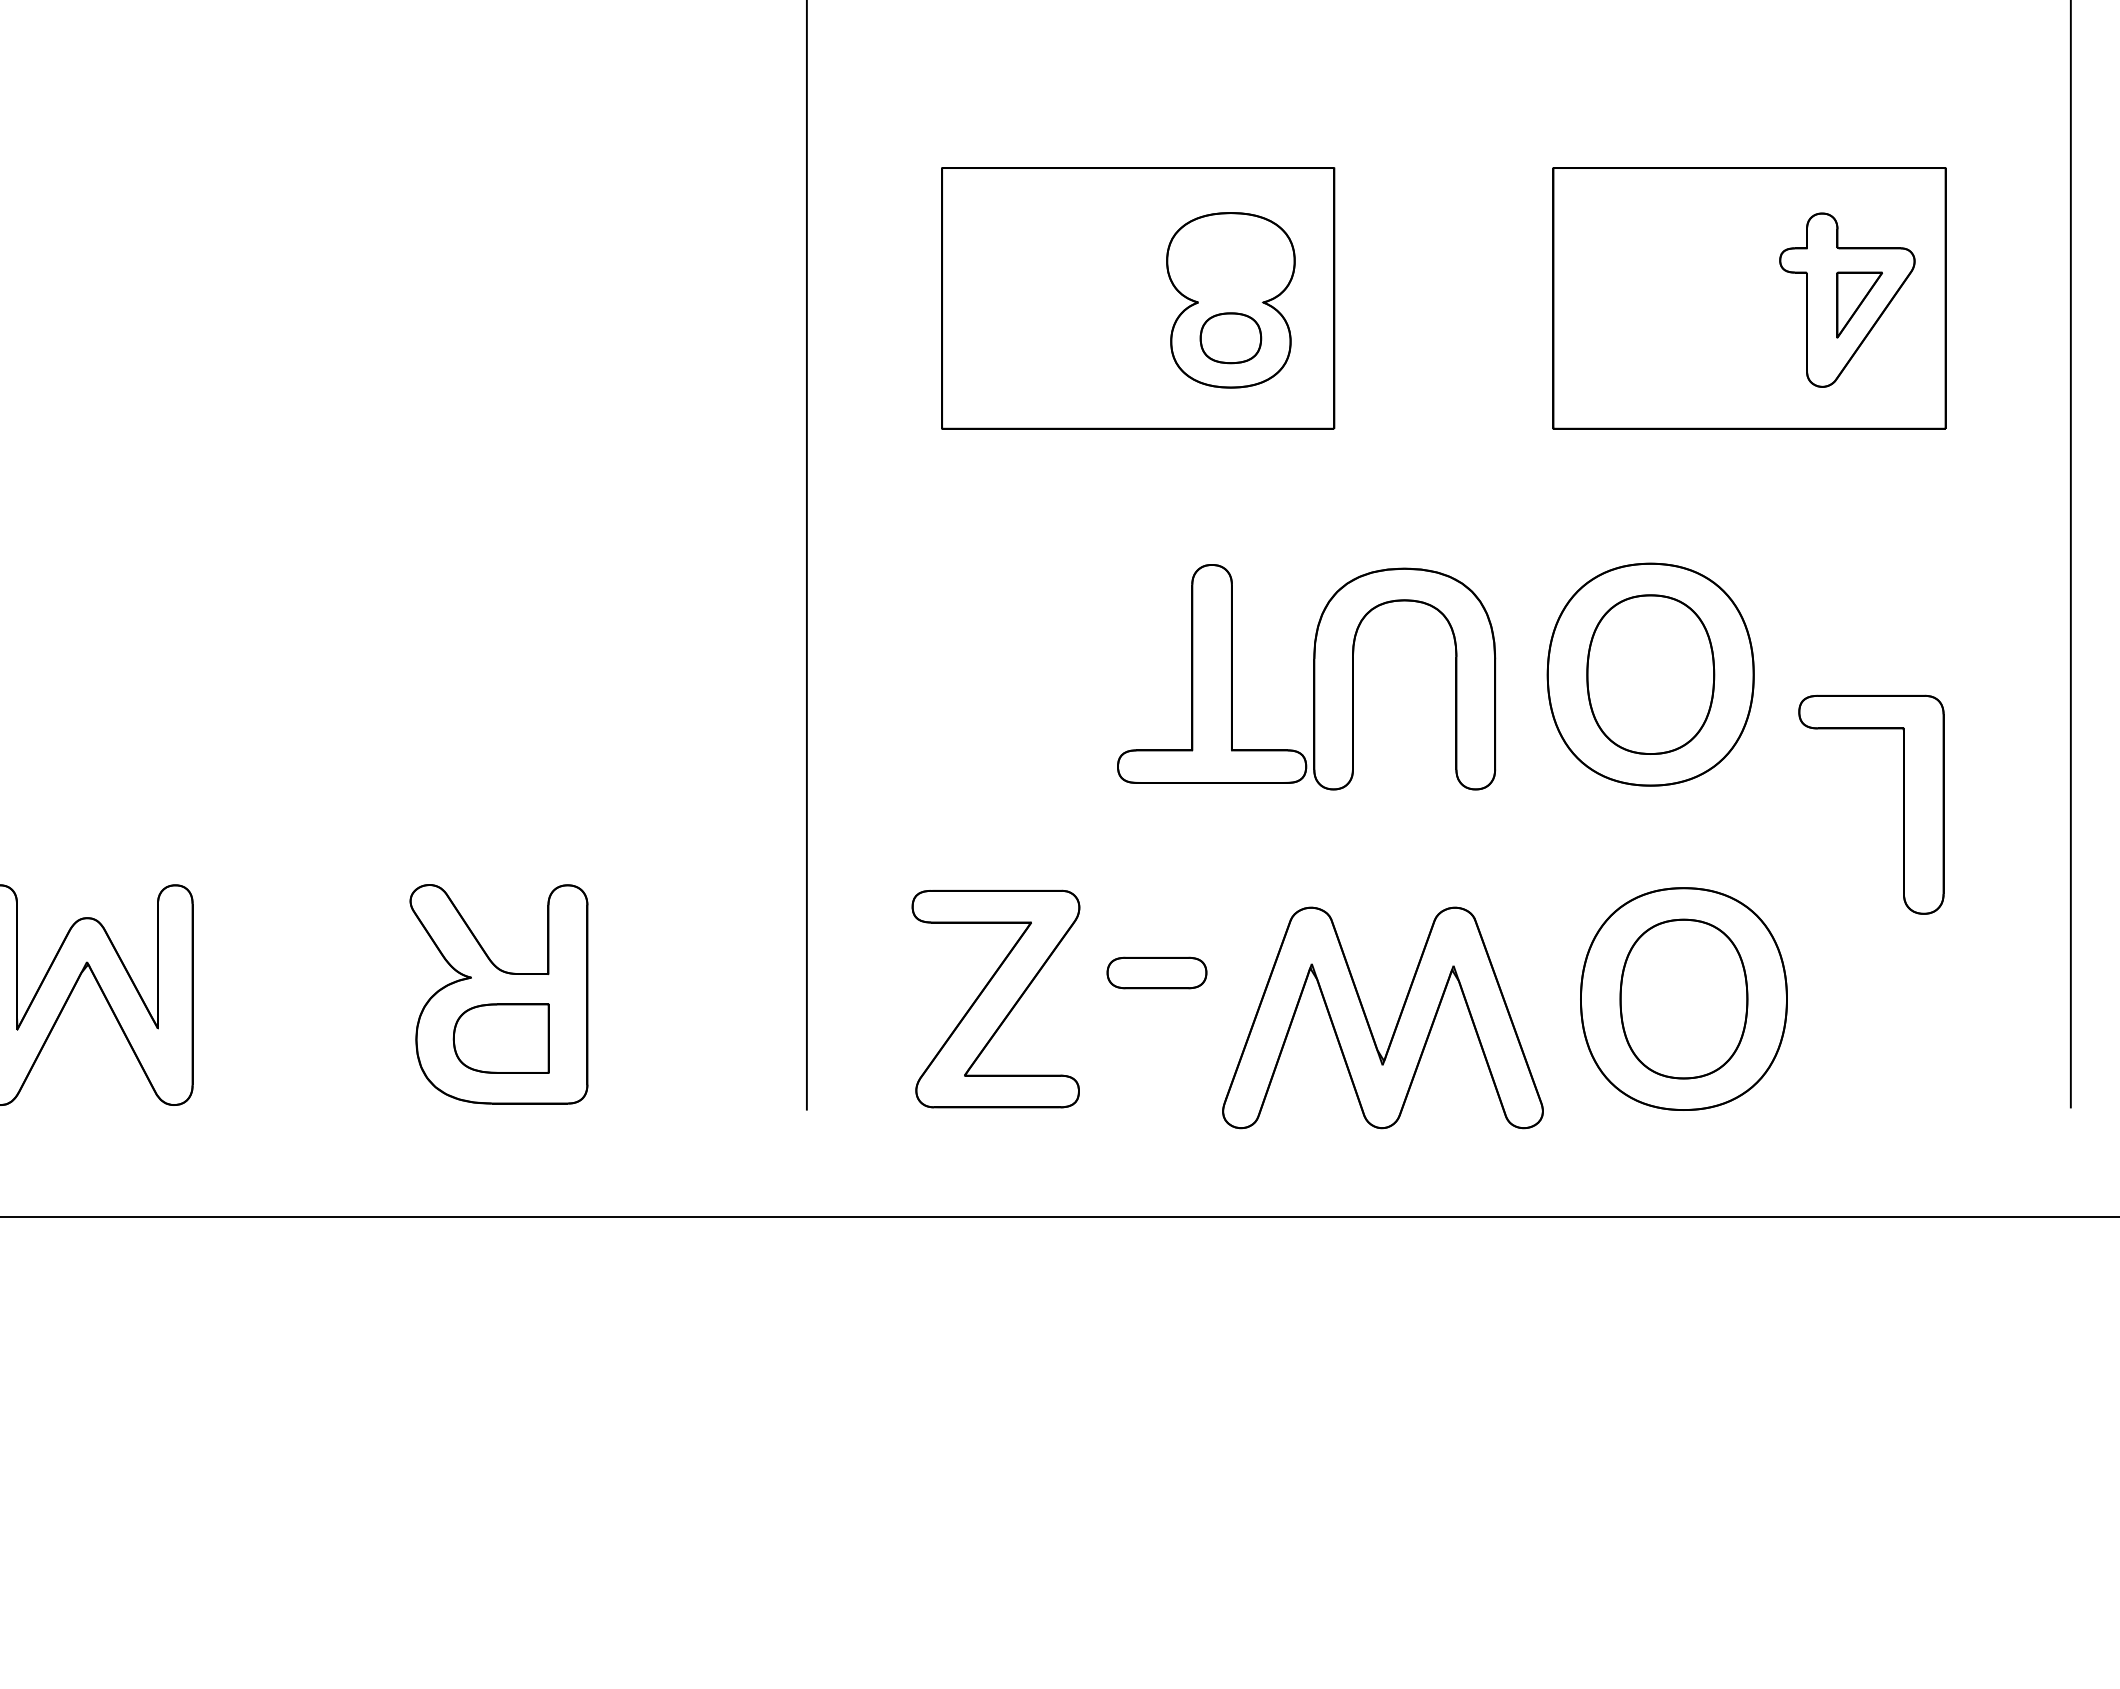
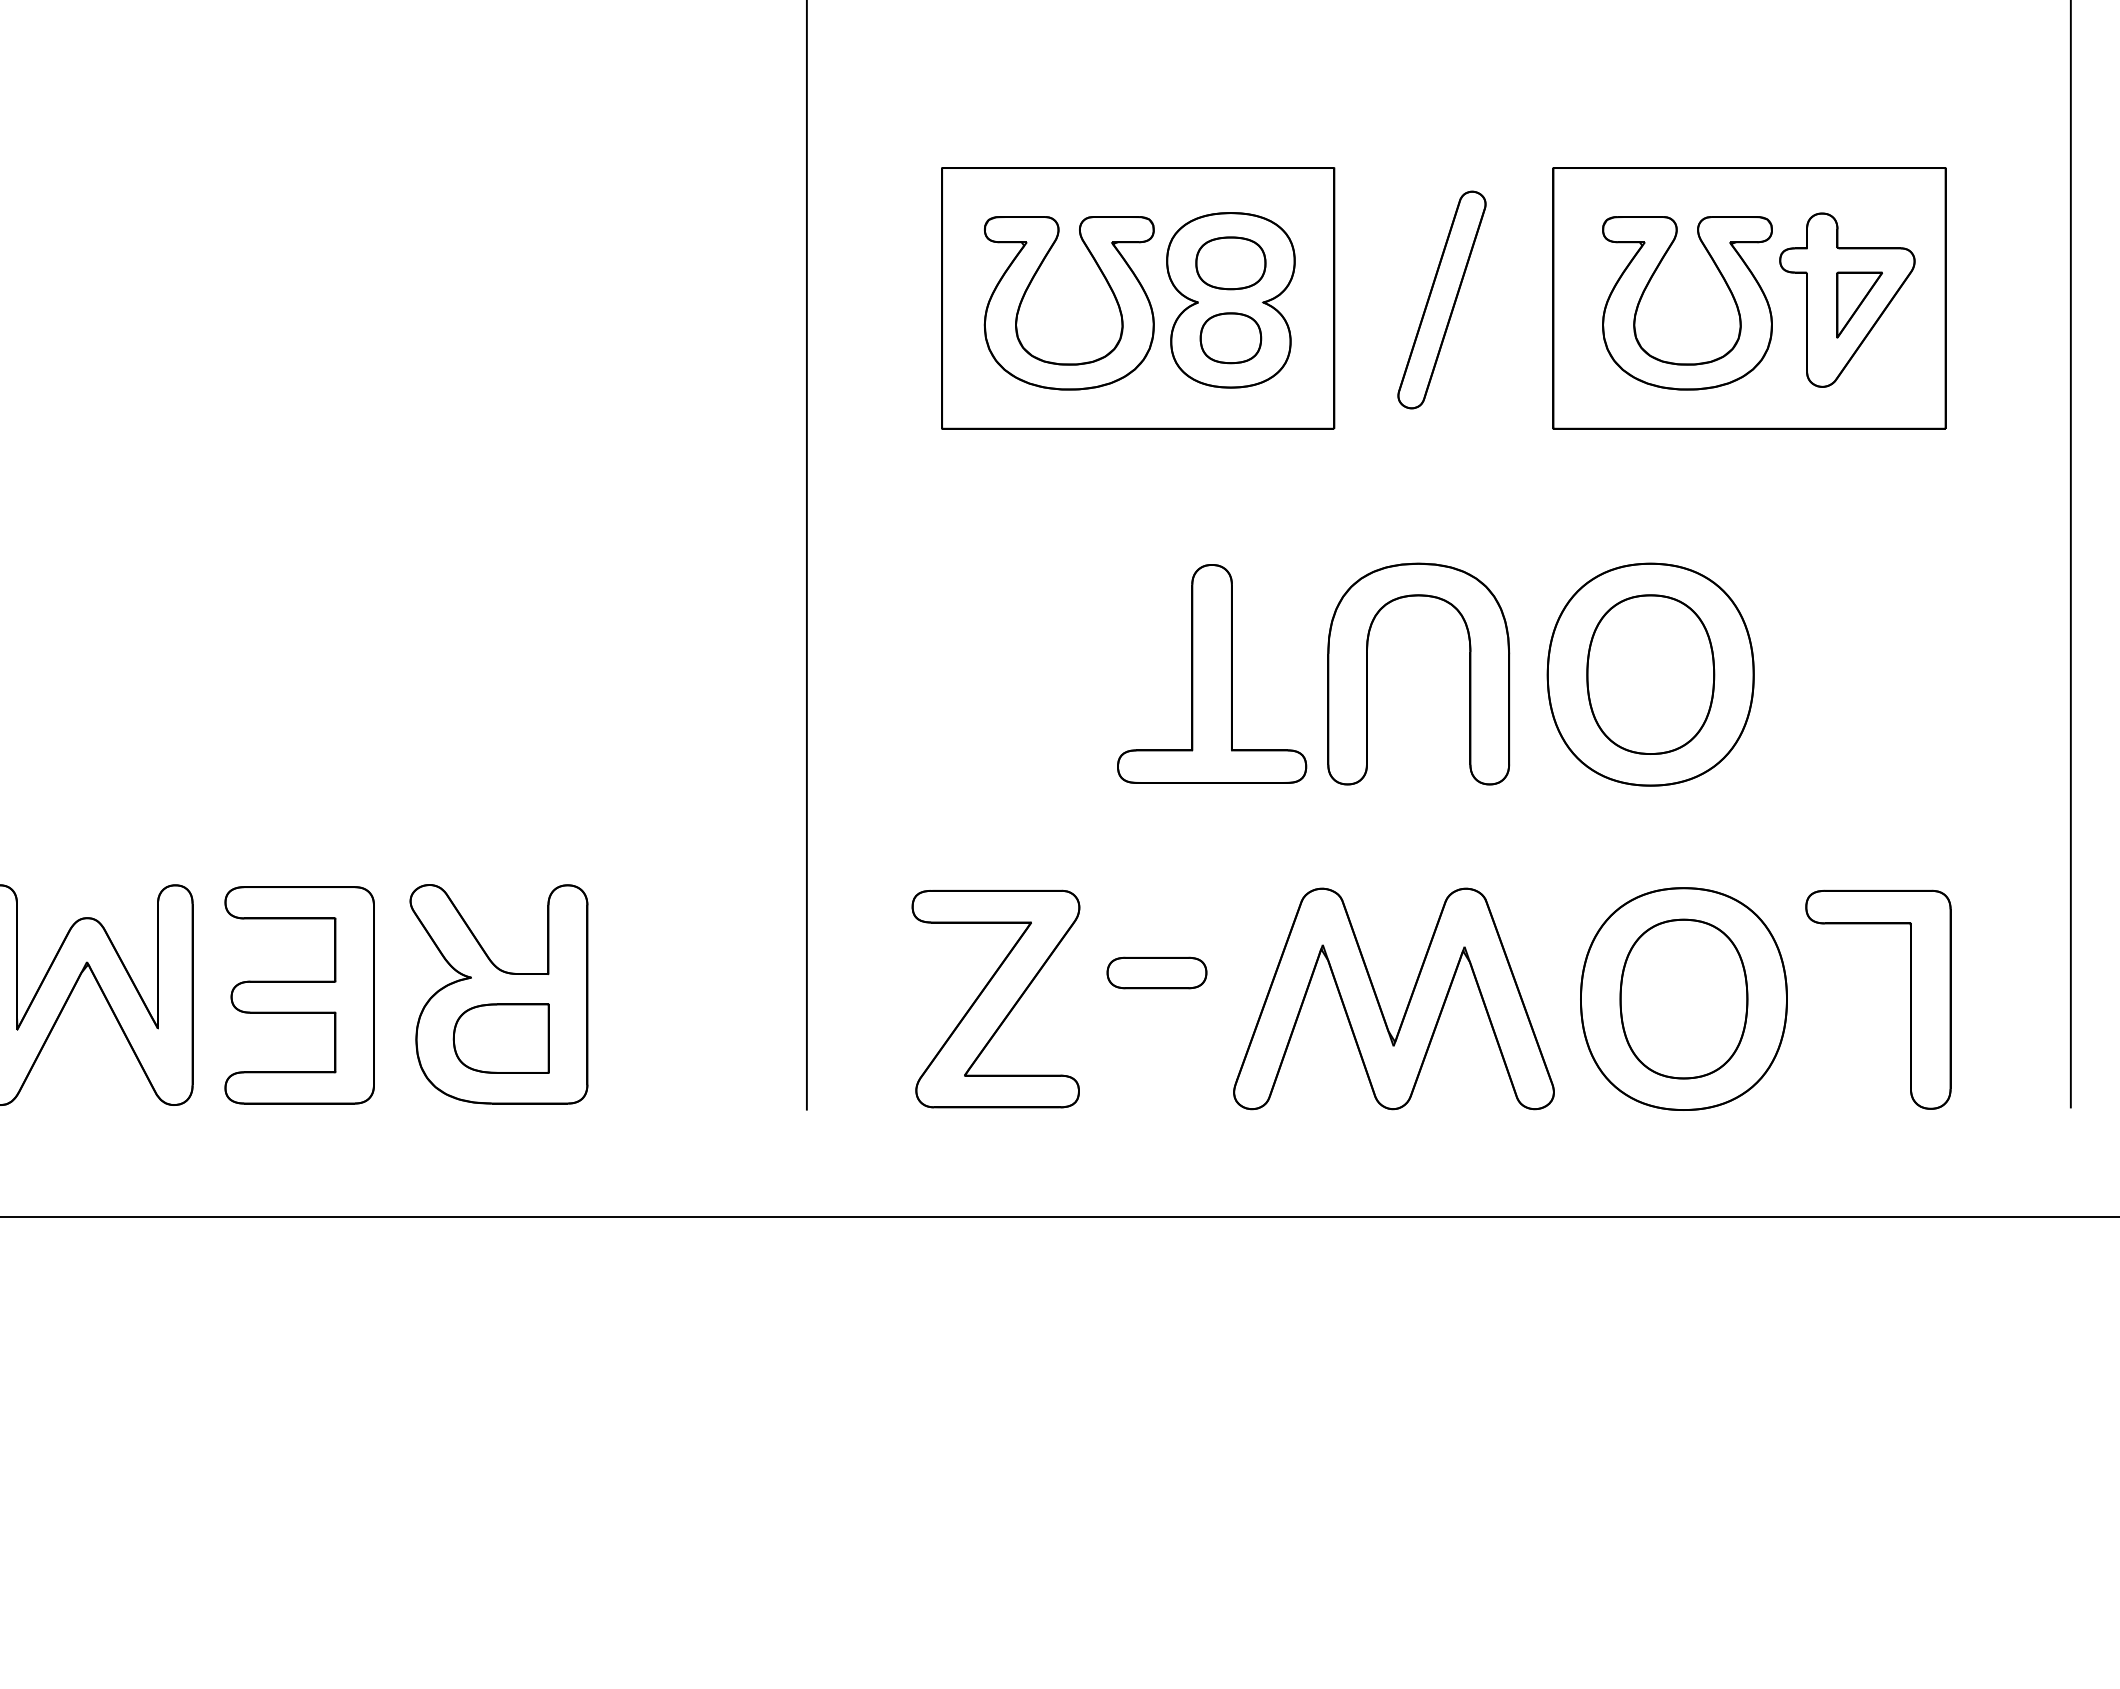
part at (1230, 263): none -> present
part at (1724, 282): none -> present
part at (1031, 283): none -> present
part at (1441, 299): none -> present
part at (1353, 678) position: (1353, 678) -> (1367, 673)
part at (1903, 804) position: (1903, 804) -> (1910, 999)
part at (299, 995): none -> present
part at (1368, 1021) position: (1368, 1021) -> (1379, 1002)
